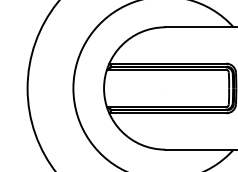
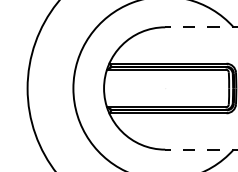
line at (201, 27): solid -> dashed
line at (201, 149): solid -> dashed
